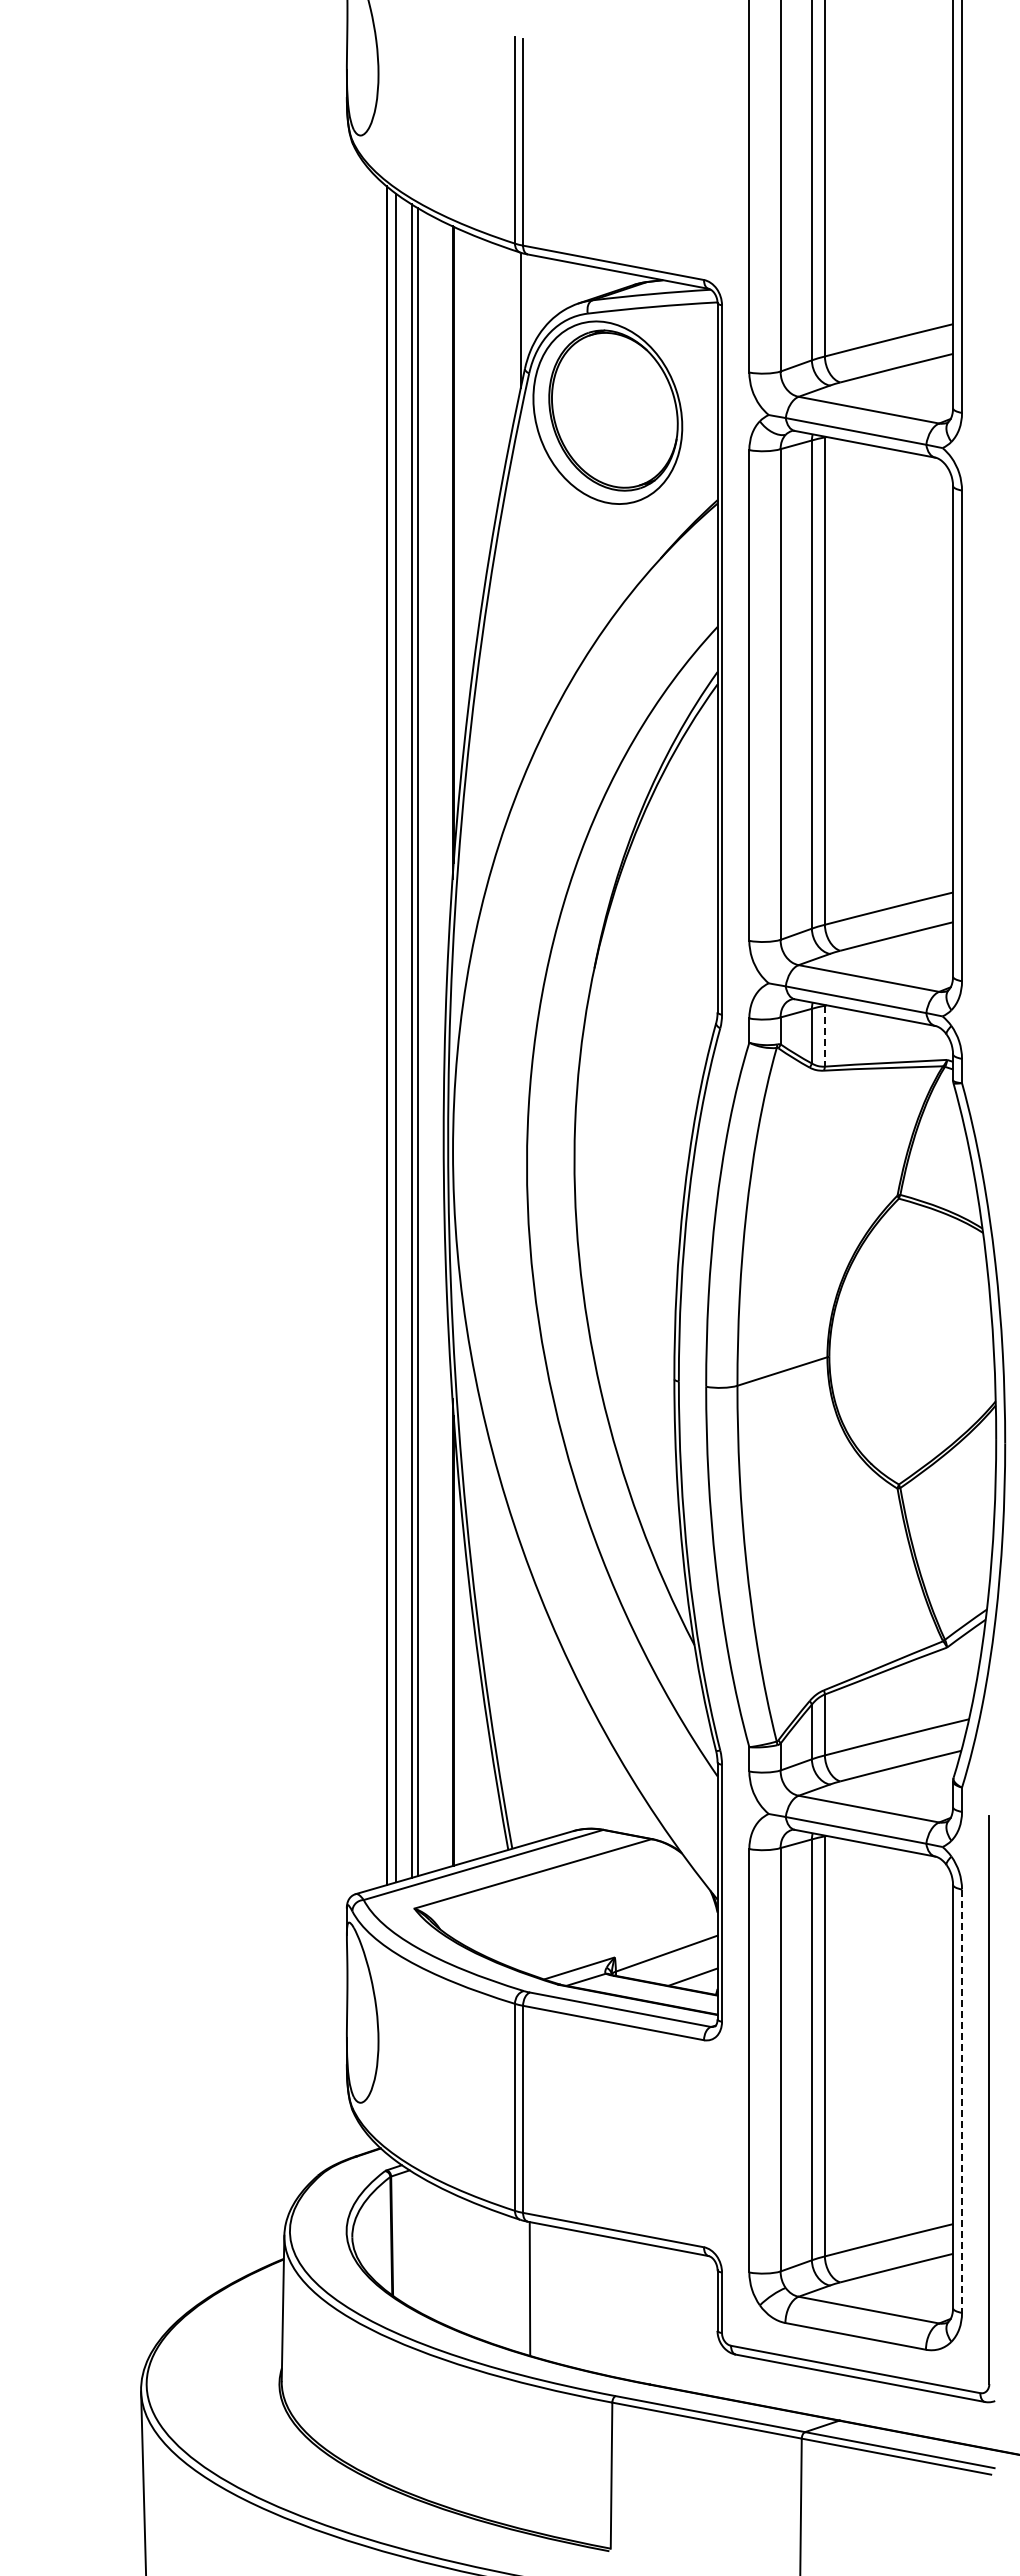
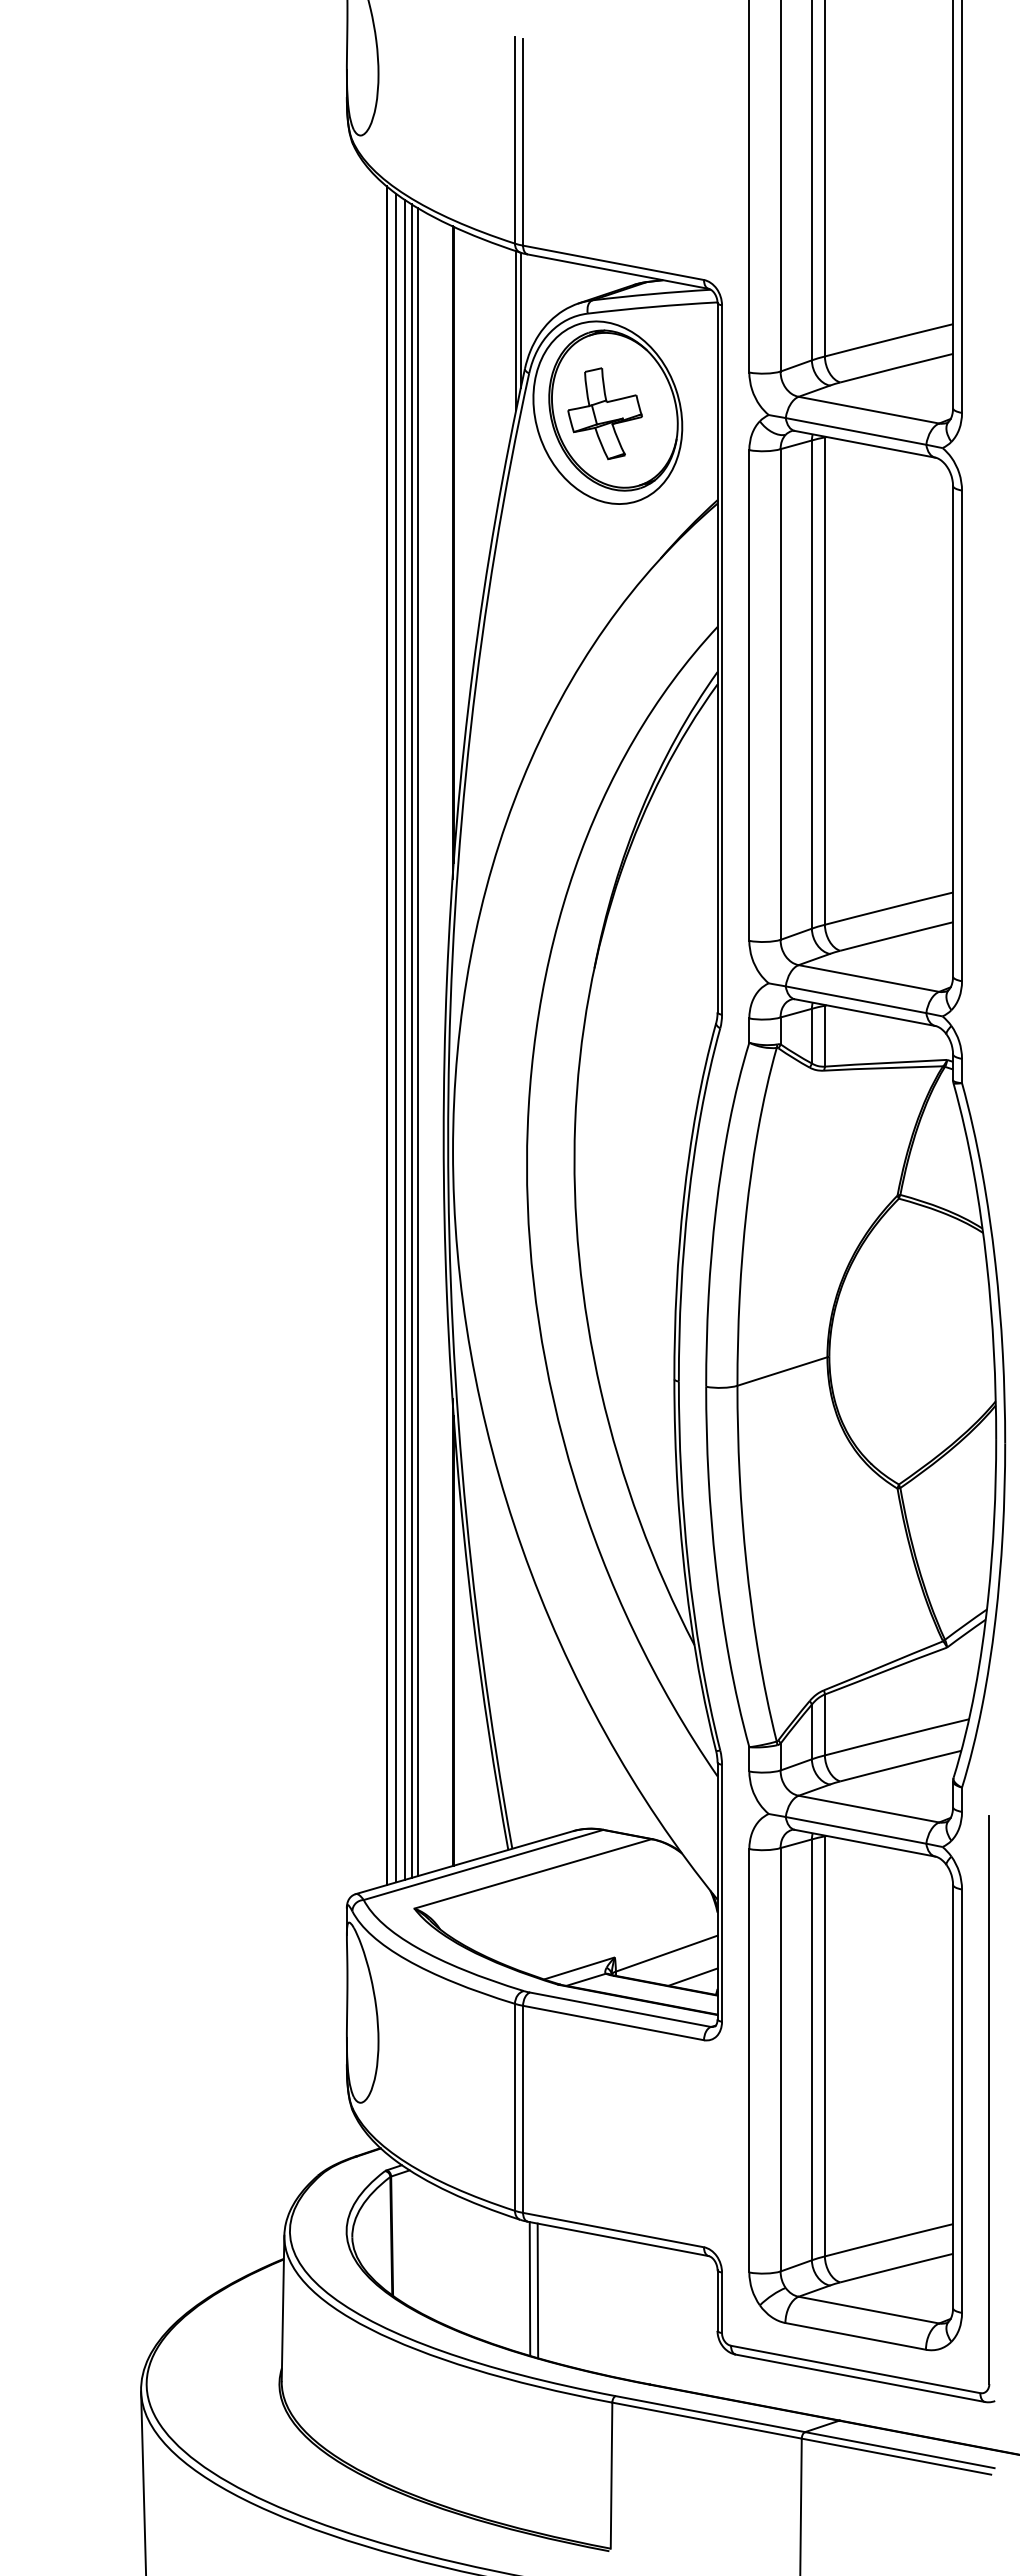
line at (516, 330): none -> present
part at (604, 413): none -> present
line at (824, 1036): dashed -> solid
line at (404, 1039): none -> present
line at (962, 2101): dashed -> solid
line at (537, 2290): none -> present
